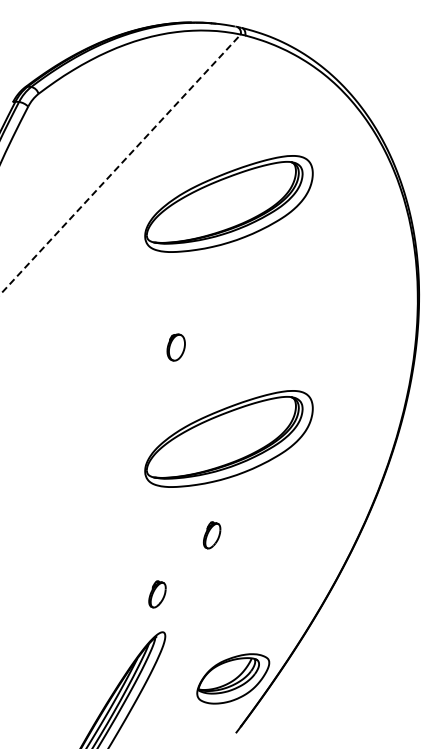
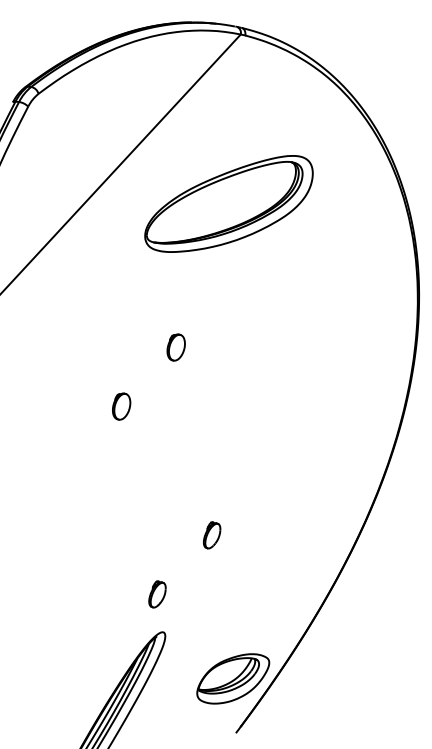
line at (120, 164): dashed -> solid
part at (121, 406): none -> present
part at (228, 438): present -> none
